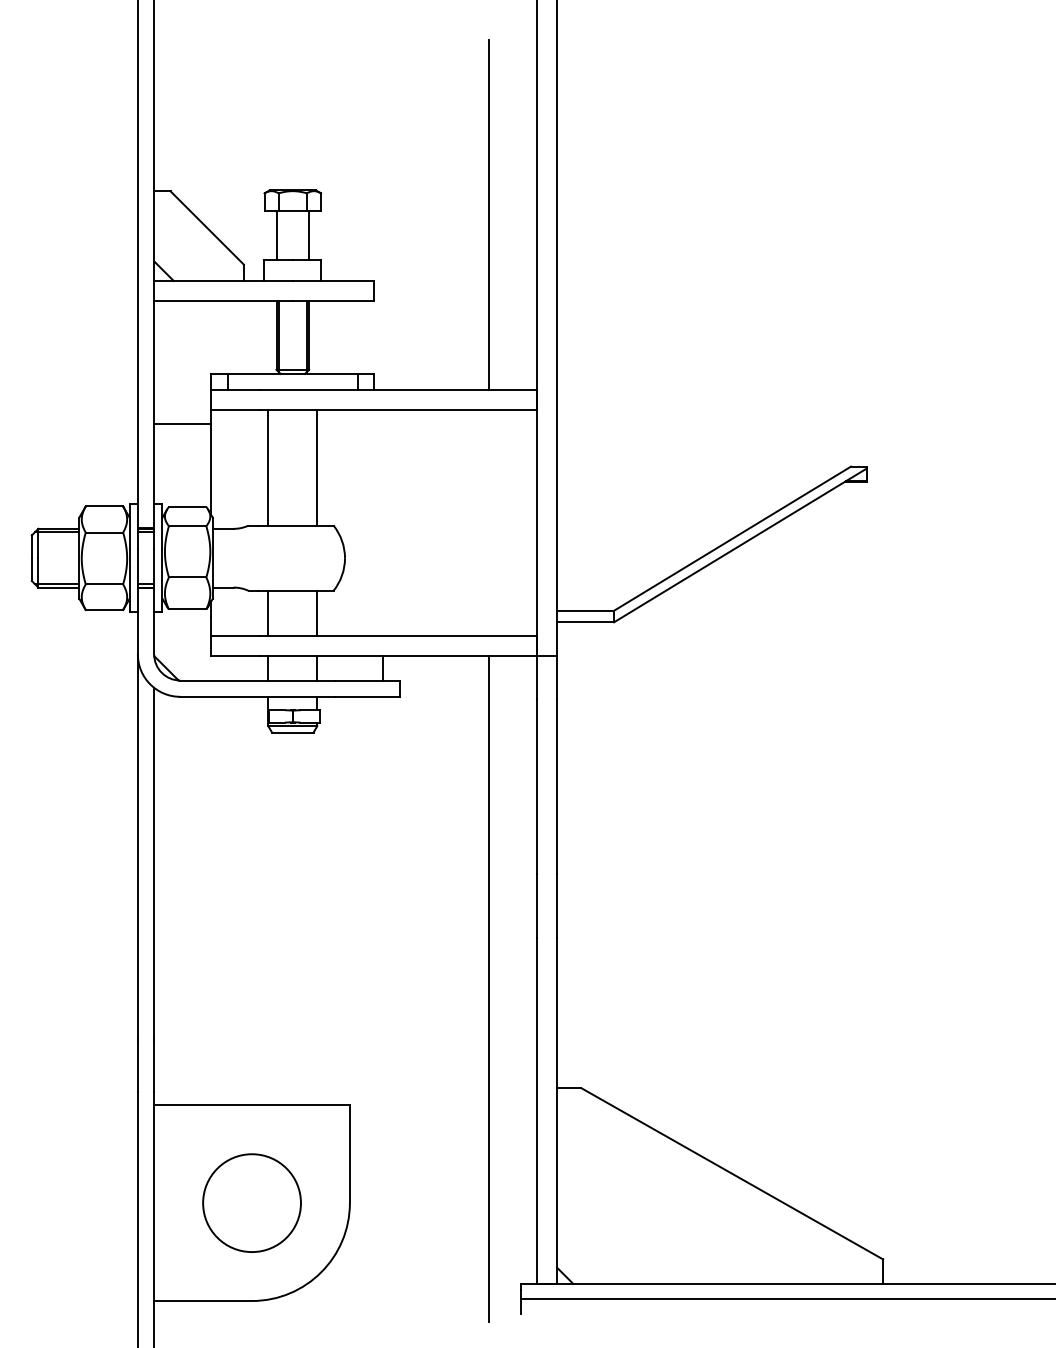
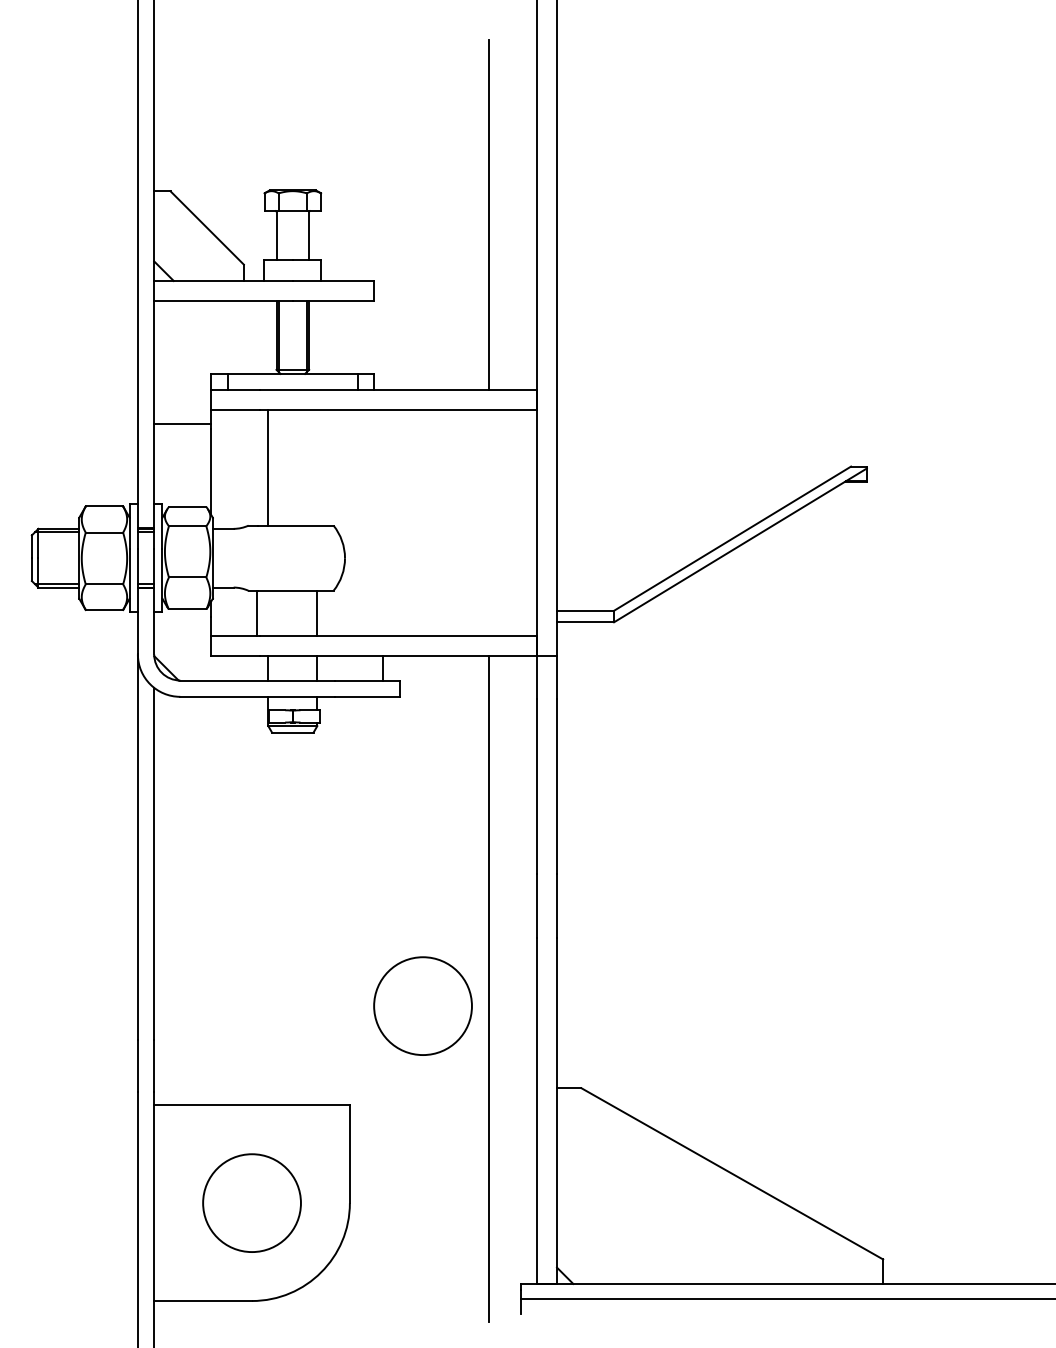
line at (317, 467): present -> none
line at (268, 613) position: (268, 613) -> (257, 613)
circle at (422, 1005): none -> present
